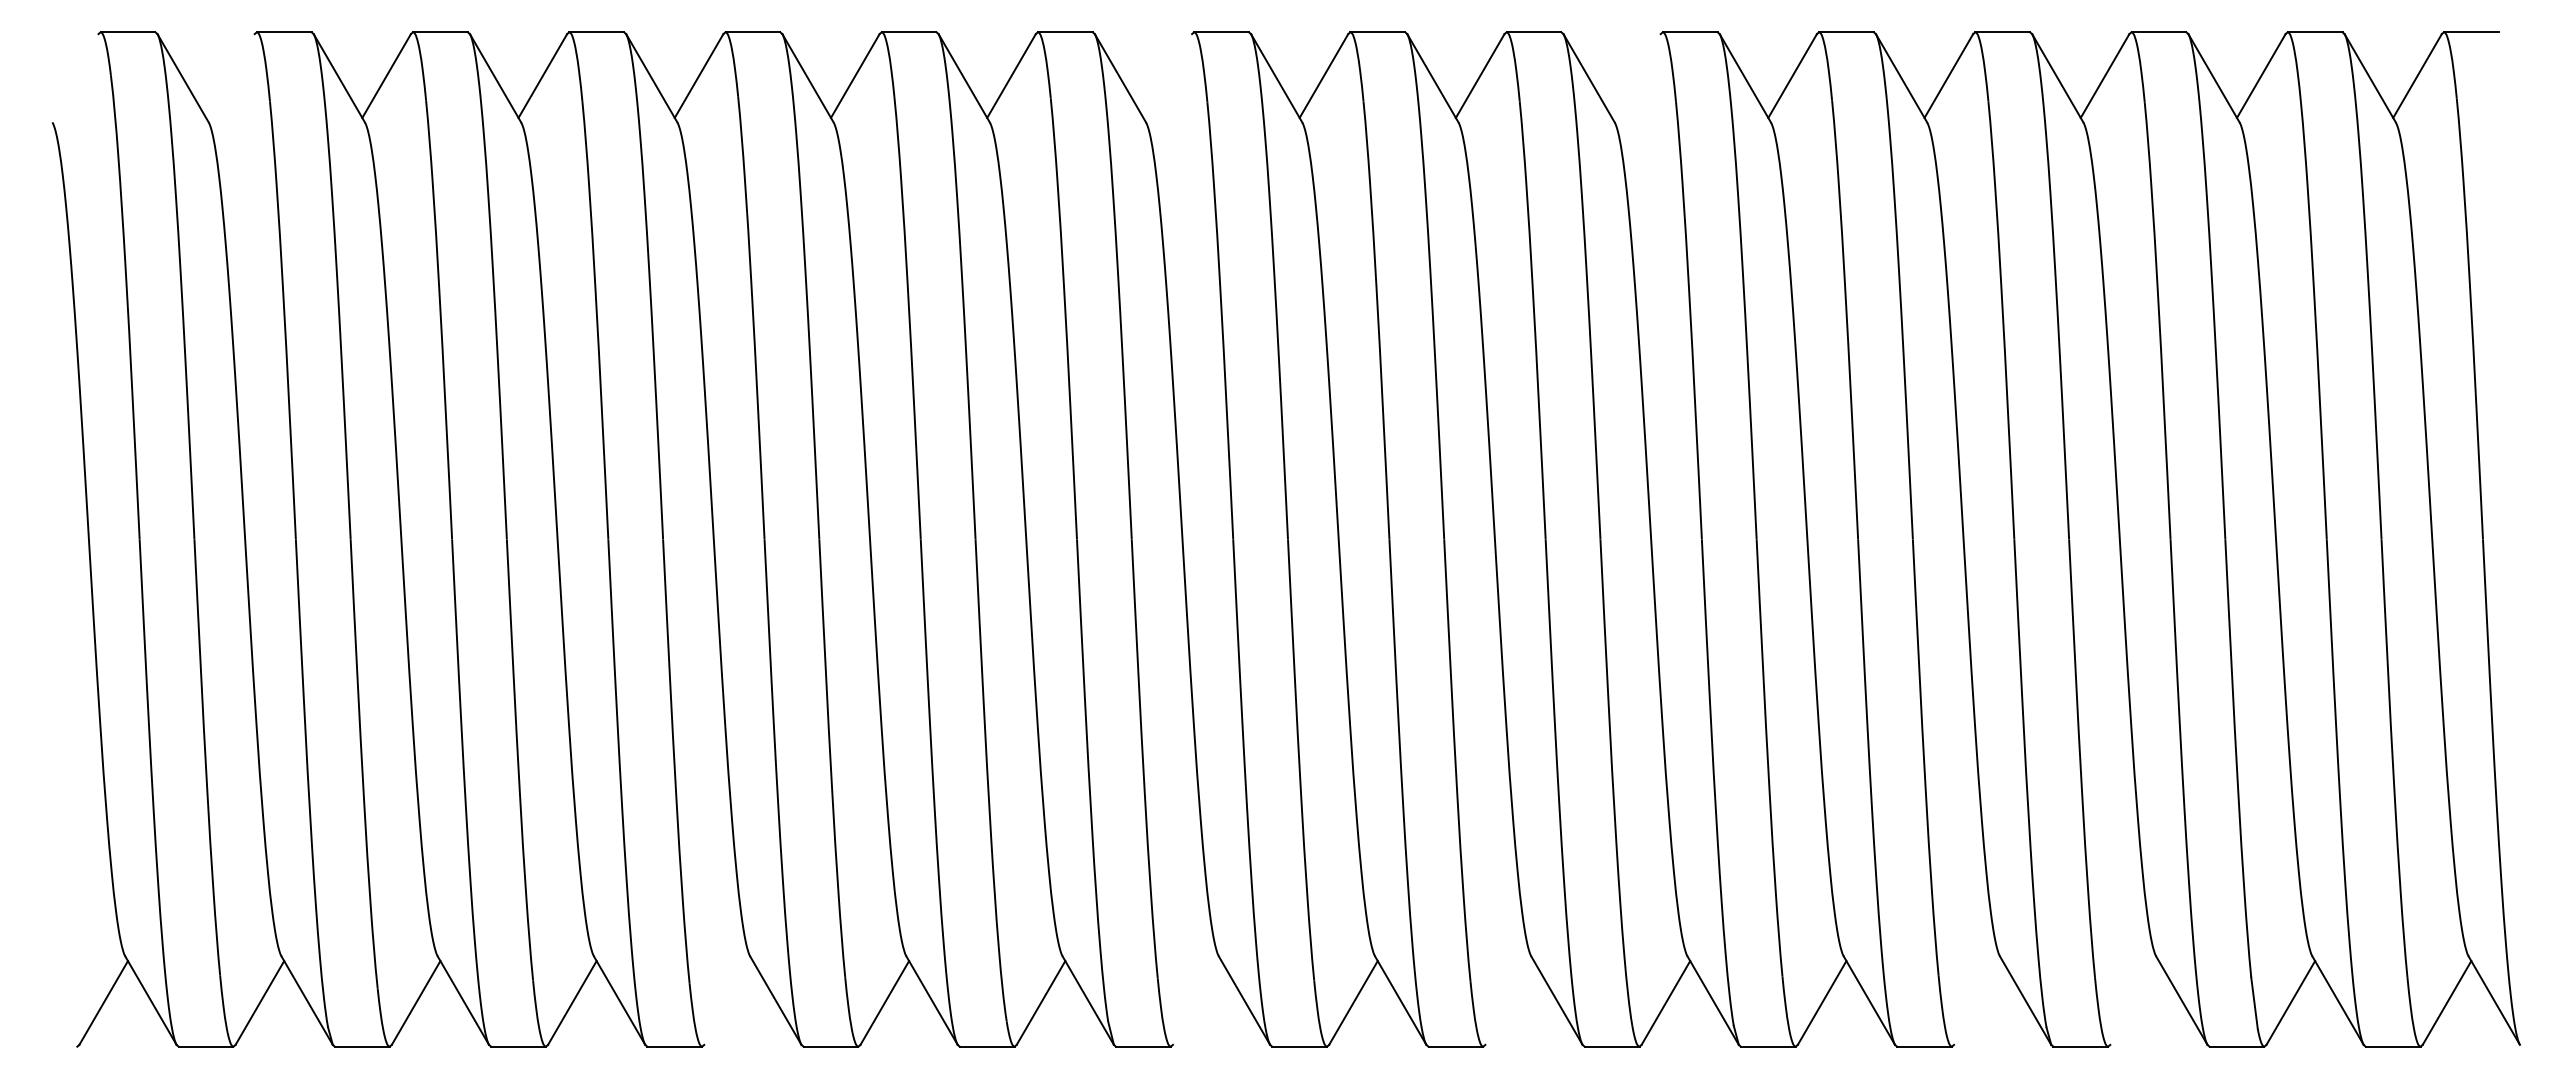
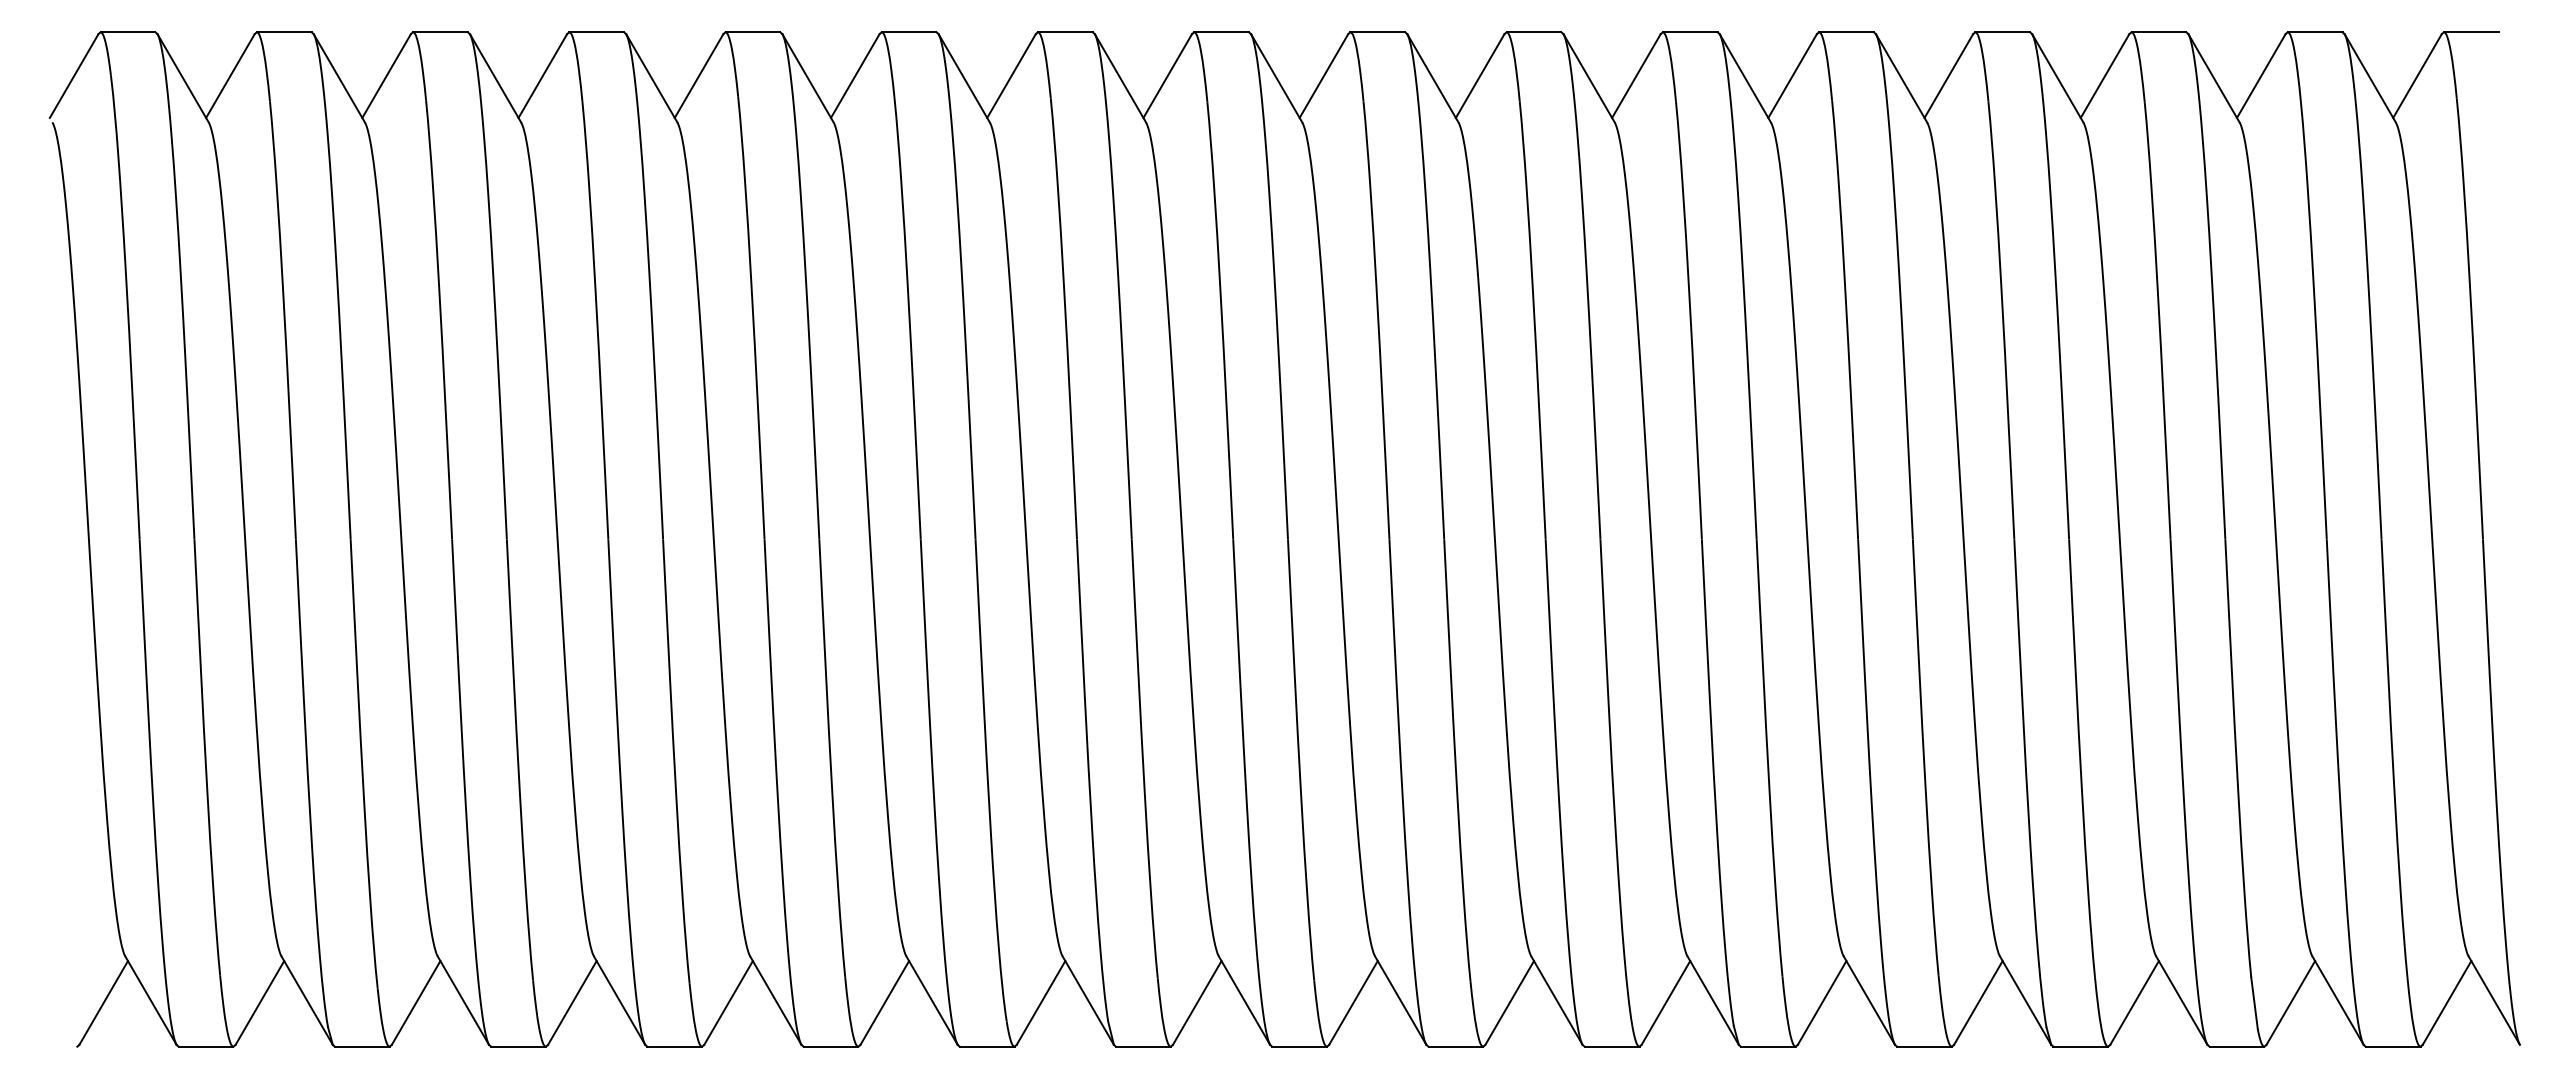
line at (73, 75): none -> present
line at (230, 75): none -> present
line at (1167, 75): none -> present
line at (1636, 75): none -> present
line at (728, 1002): none -> present
line at (1196, 1002): none -> present
line at (1509, 1002): none -> present
line at (1978, 1002): none -> present
line at (2134, 1002): none -> present
